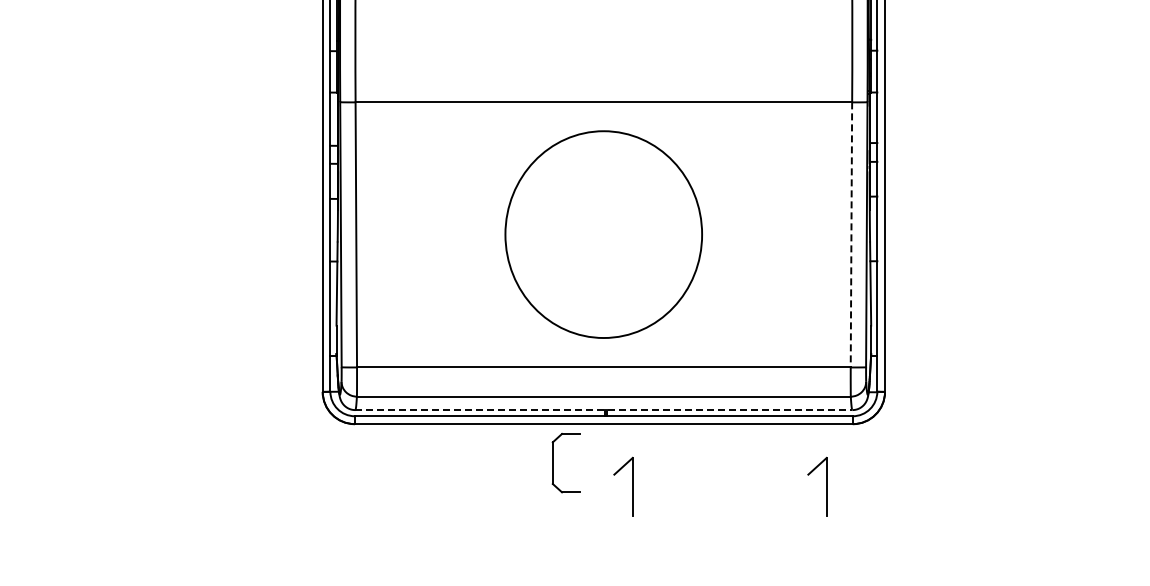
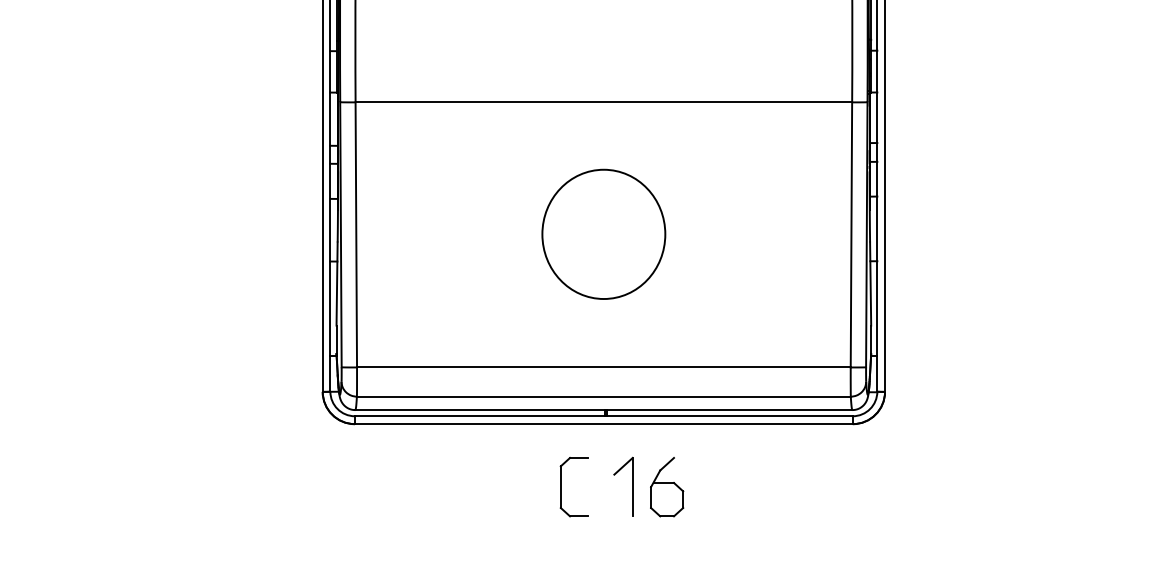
part at (603, 234) size: 199x209 px -> 126x132 px
line at (851, 234): dashed -> solid
line at (603, 410): dashed -> solid
part at (553, 463) position: (553, 463) -> (561, 487)
part at (826, 486): present -> none
part at (667, 487): none -> present
